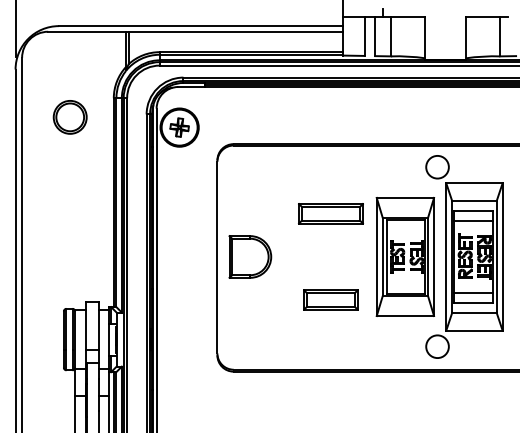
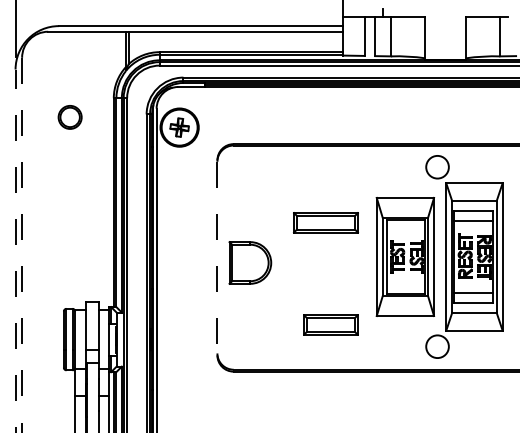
part at (69, 117) size: 36x35 px -> 26x25 px
part at (330, 213) position: (330, 213) -> (325, 222)
line at (22, 245): solid -> dashed
line at (15, 251): solid -> dashed
part at (250, 256) position: (250, 256) -> (250, 262)
line at (217, 257): solid -> dashed
part at (330, 299) position: (330, 299) -> (330, 324)
